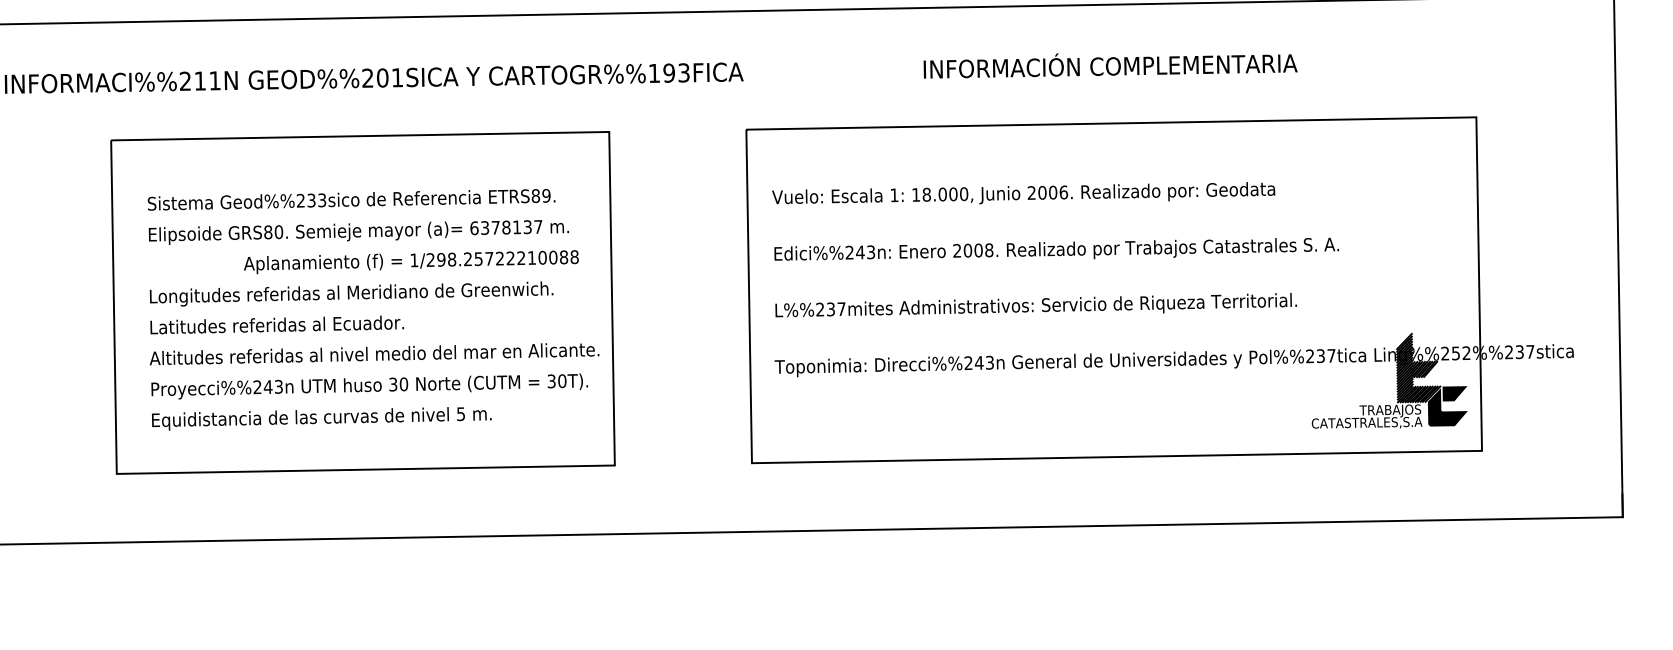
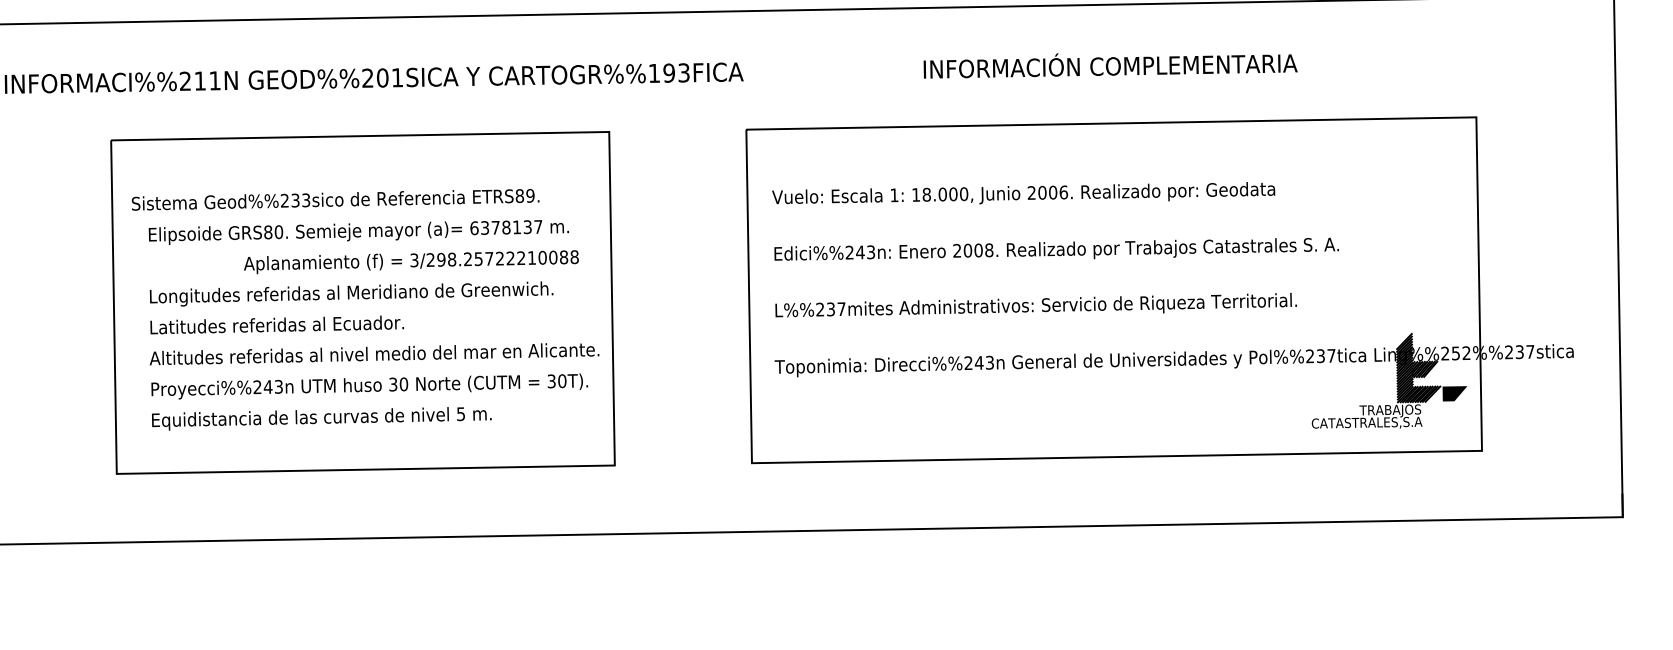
text at (351, 199) position: (351, 199) -> (335, 199)
text at (414, 260): 1/298.25722210088 -> 3/298.25722210088
fill at (1447, 407): present -> none
